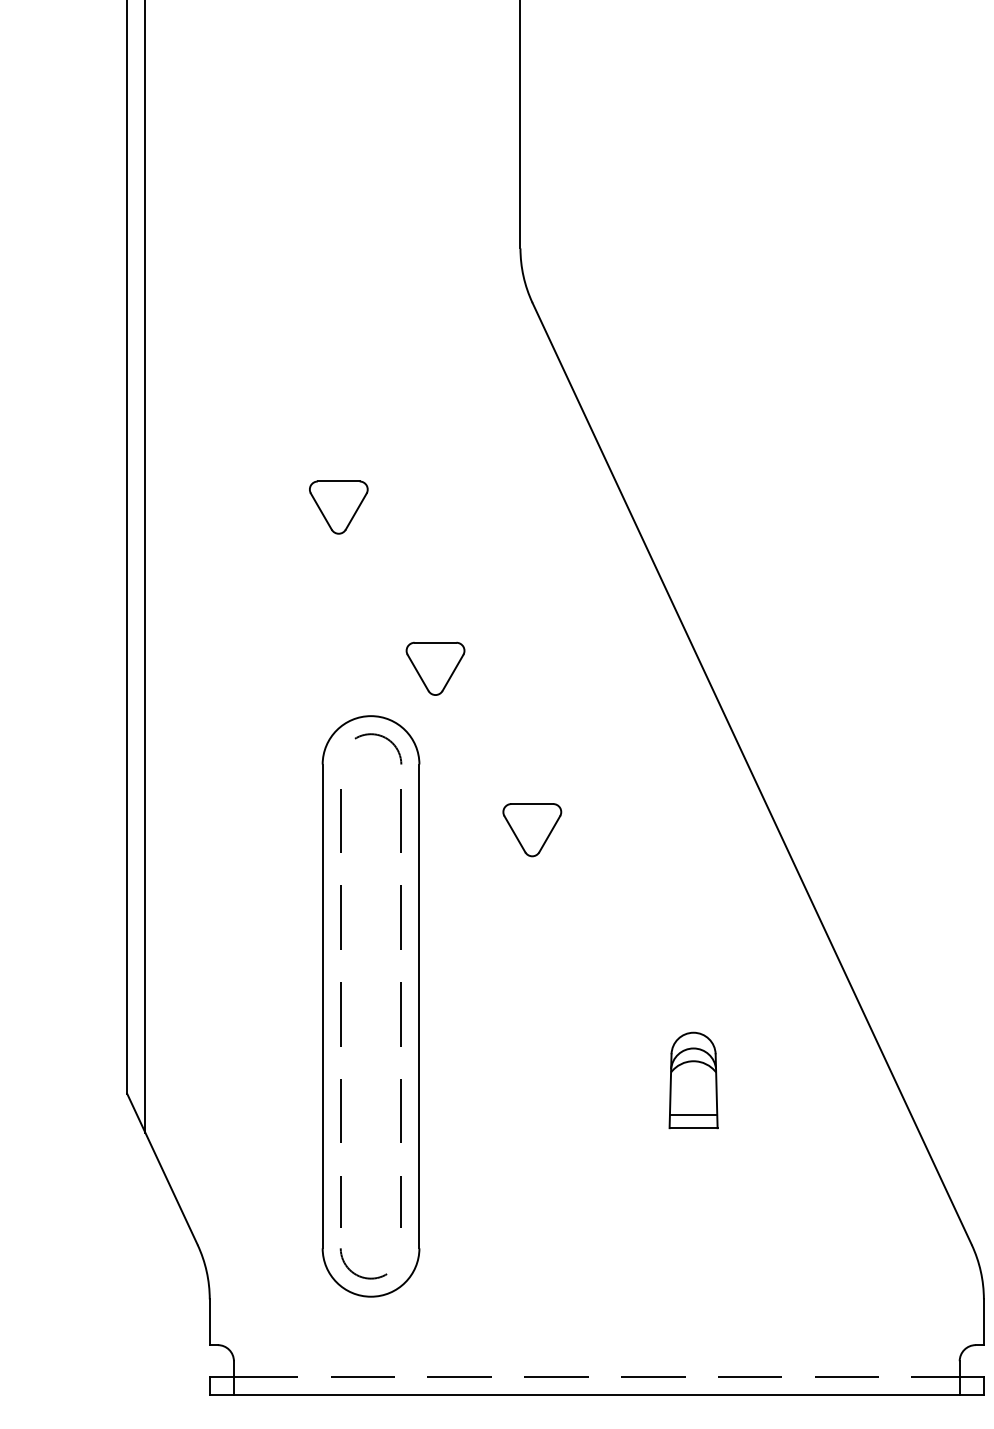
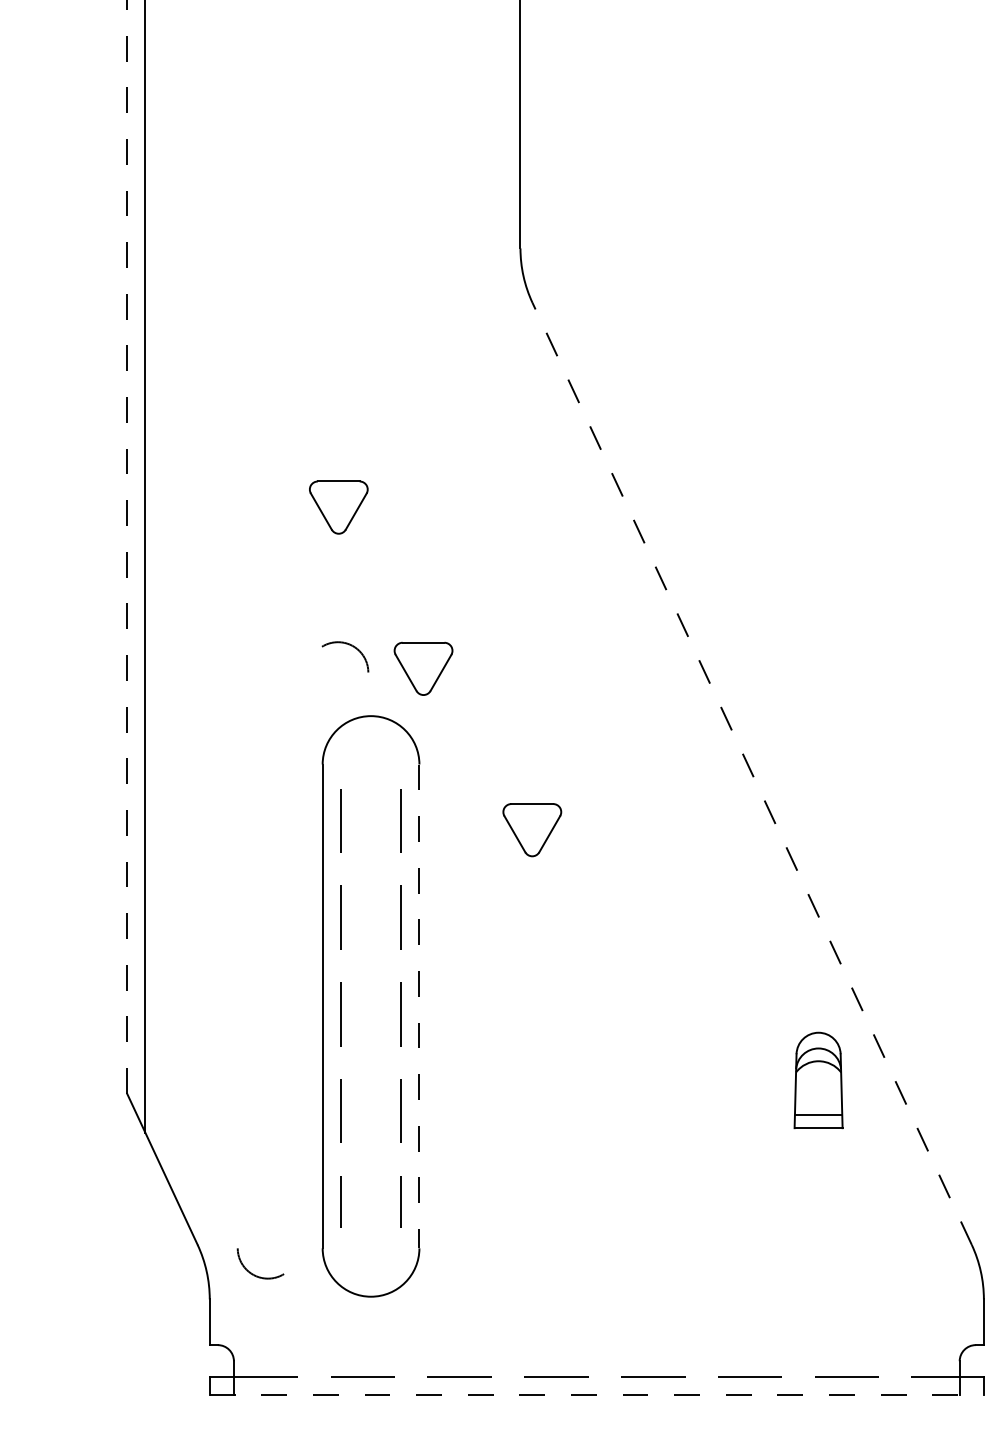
line at (127, 546): solid -> dashed
part at (435, 668) position: (435, 668) -> (423, 668)
arc at (384, 738) position: (384, 738) -> (351, 646)
line at (752, 773): solid -> dashed
line at (419, 1006): solid -> dashed
part at (693, 1080) position: (693, 1080) -> (818, 1080)
arc at (358, 1274) position: (358, 1274) -> (255, 1274)
line at (597, 1395): solid -> dashed
